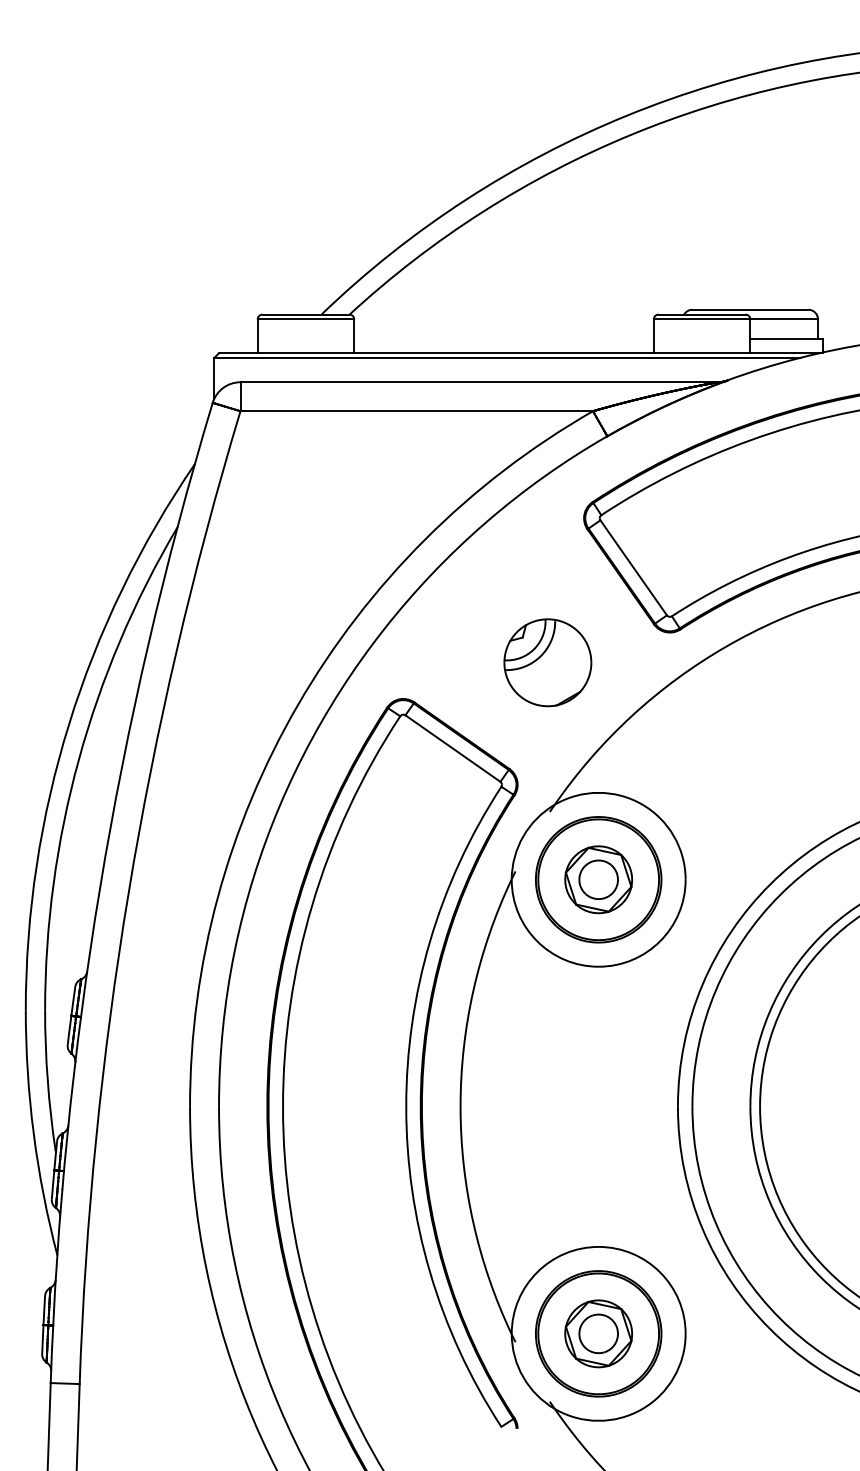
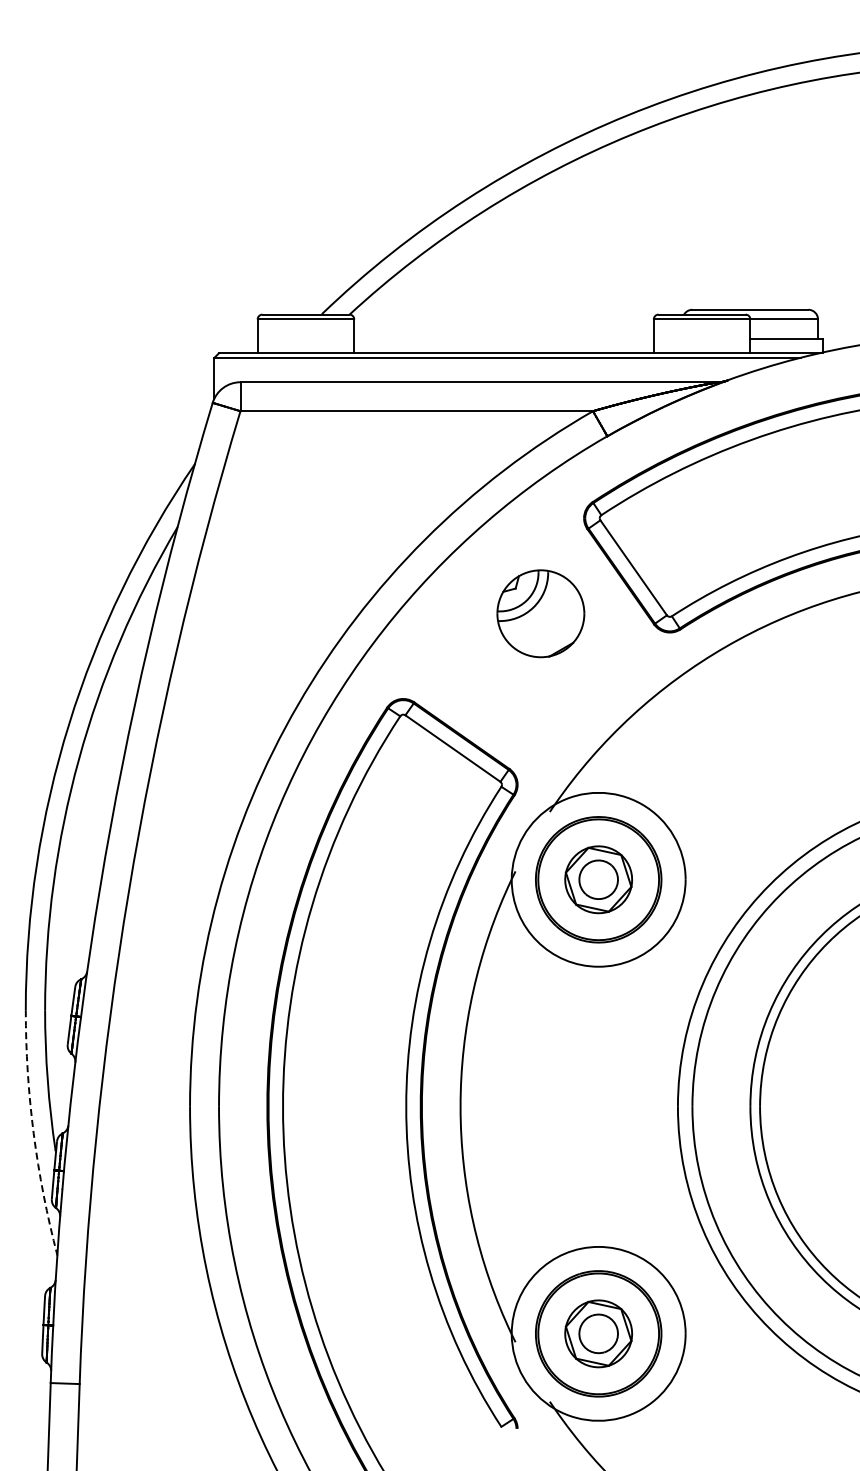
part at (547, 662) position: (547, 662) -> (540, 613)
arc at (33, 1133): solid -> dashed
